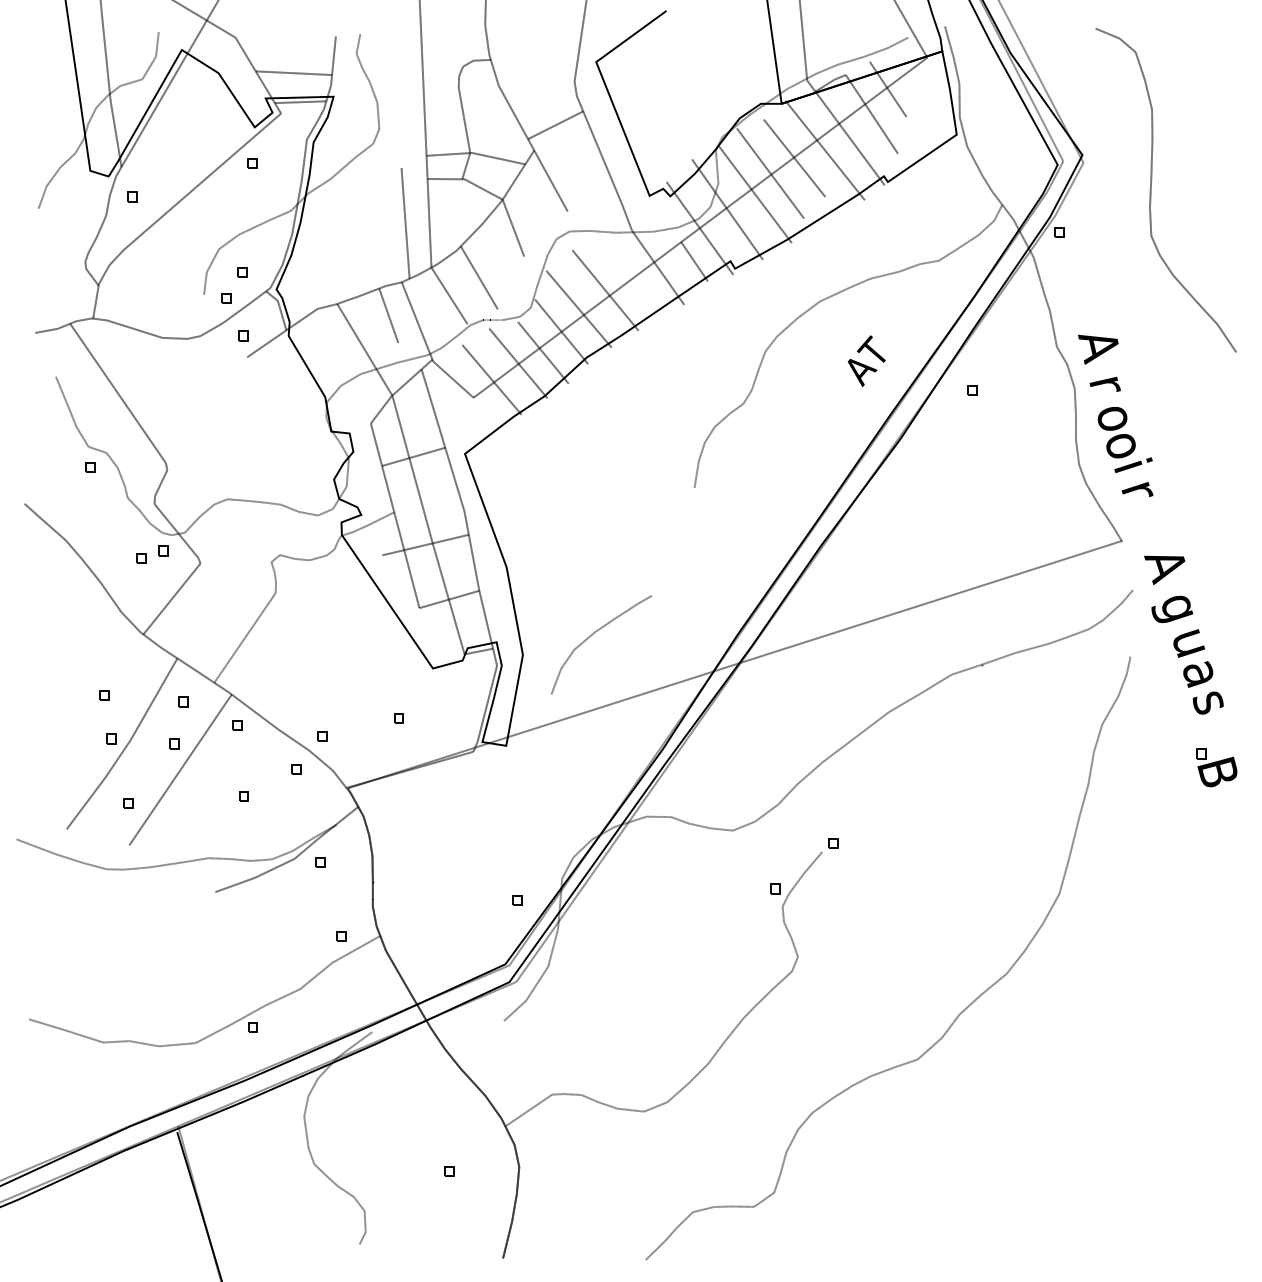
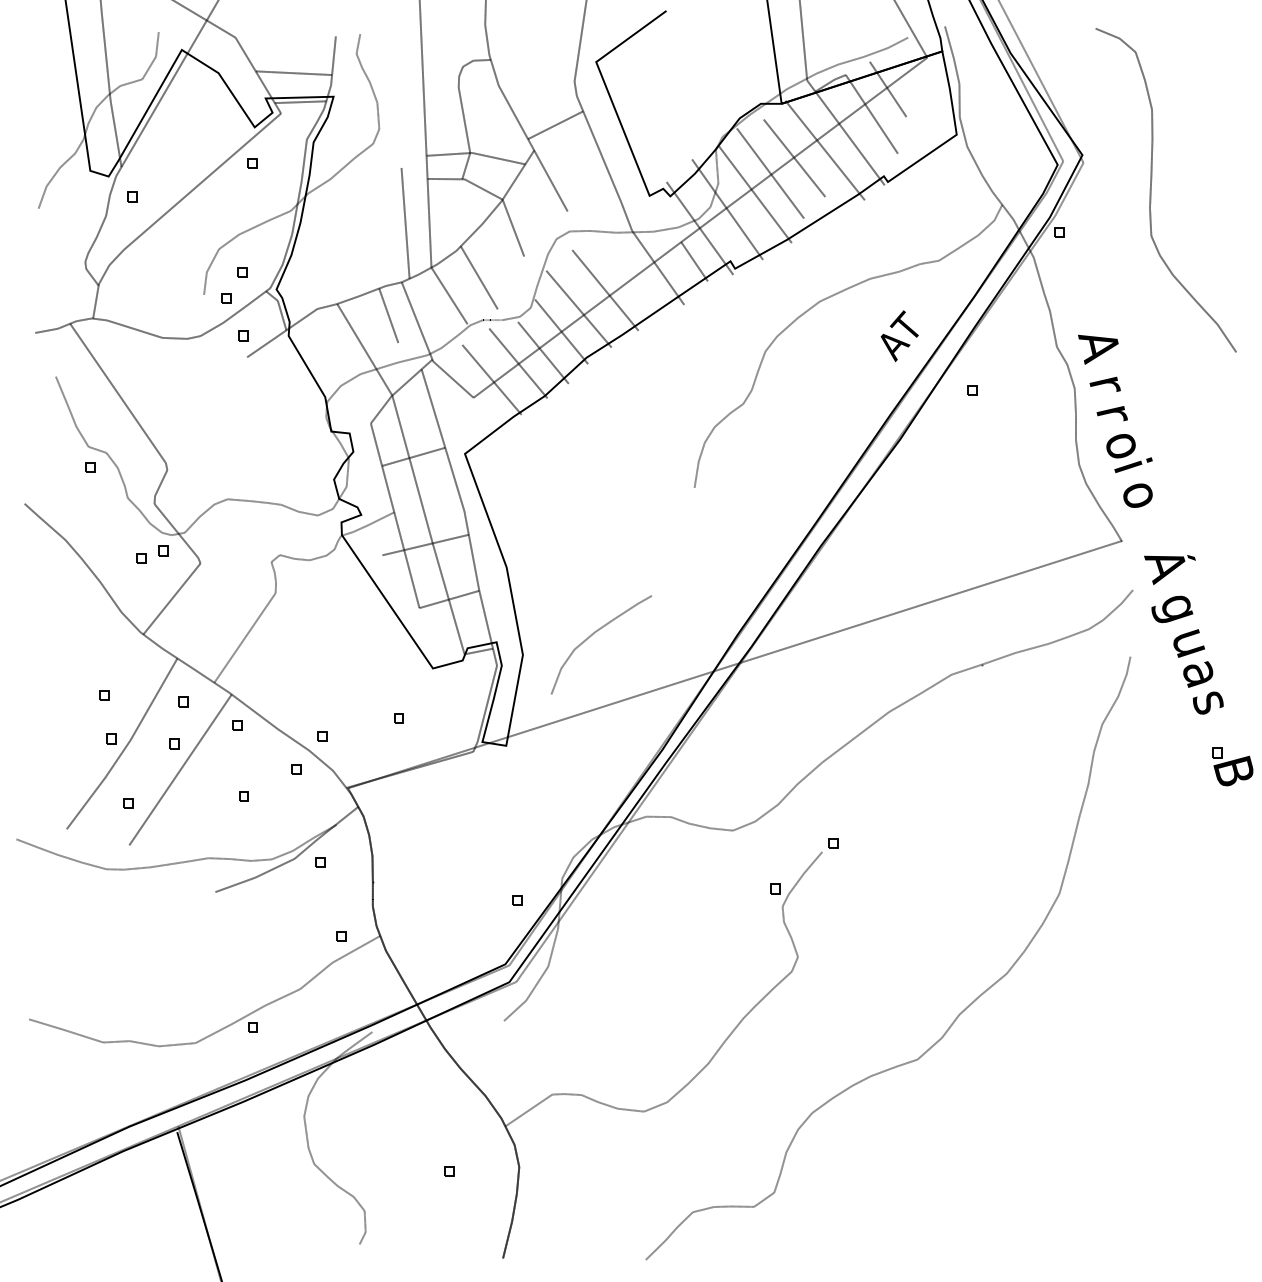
text at (866, 361) position: (866, 361) -> (899, 336)
text at (1111, 418): o -> r
text at (1137, 494): r -> o
text at (1191, 557): A -> Á
part at (1216, 767) position: (1216, 767) -> (1232, 766)
